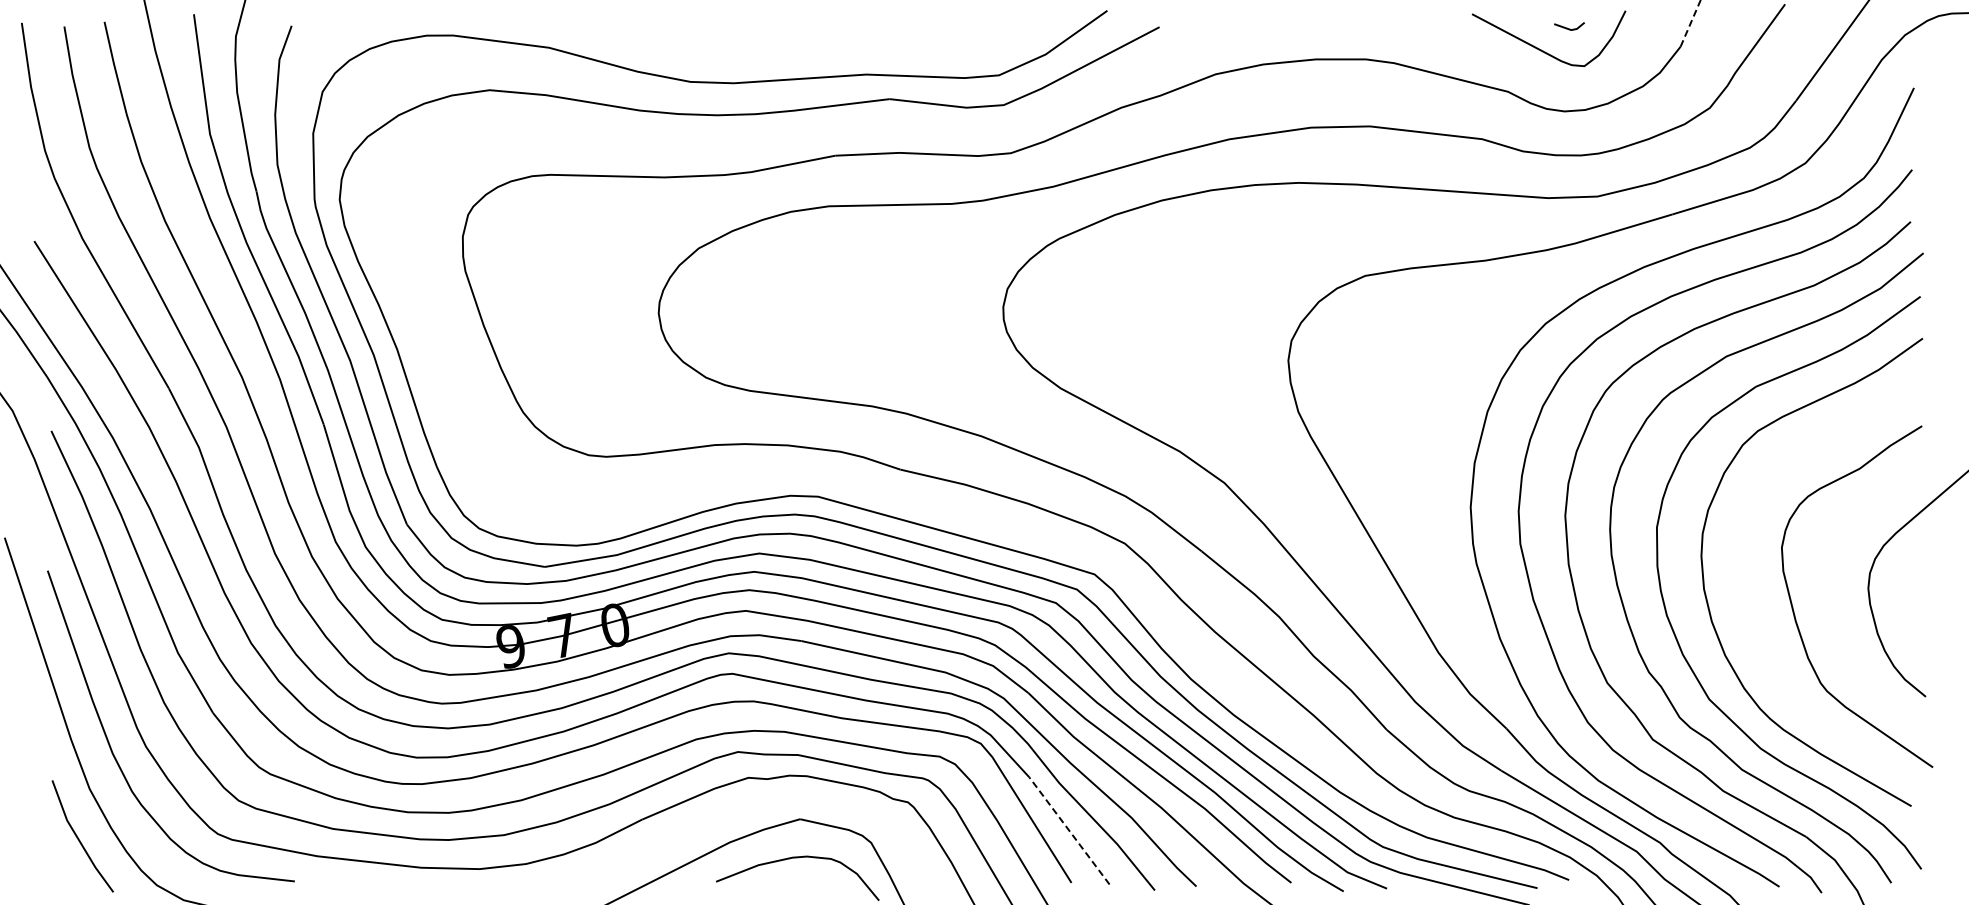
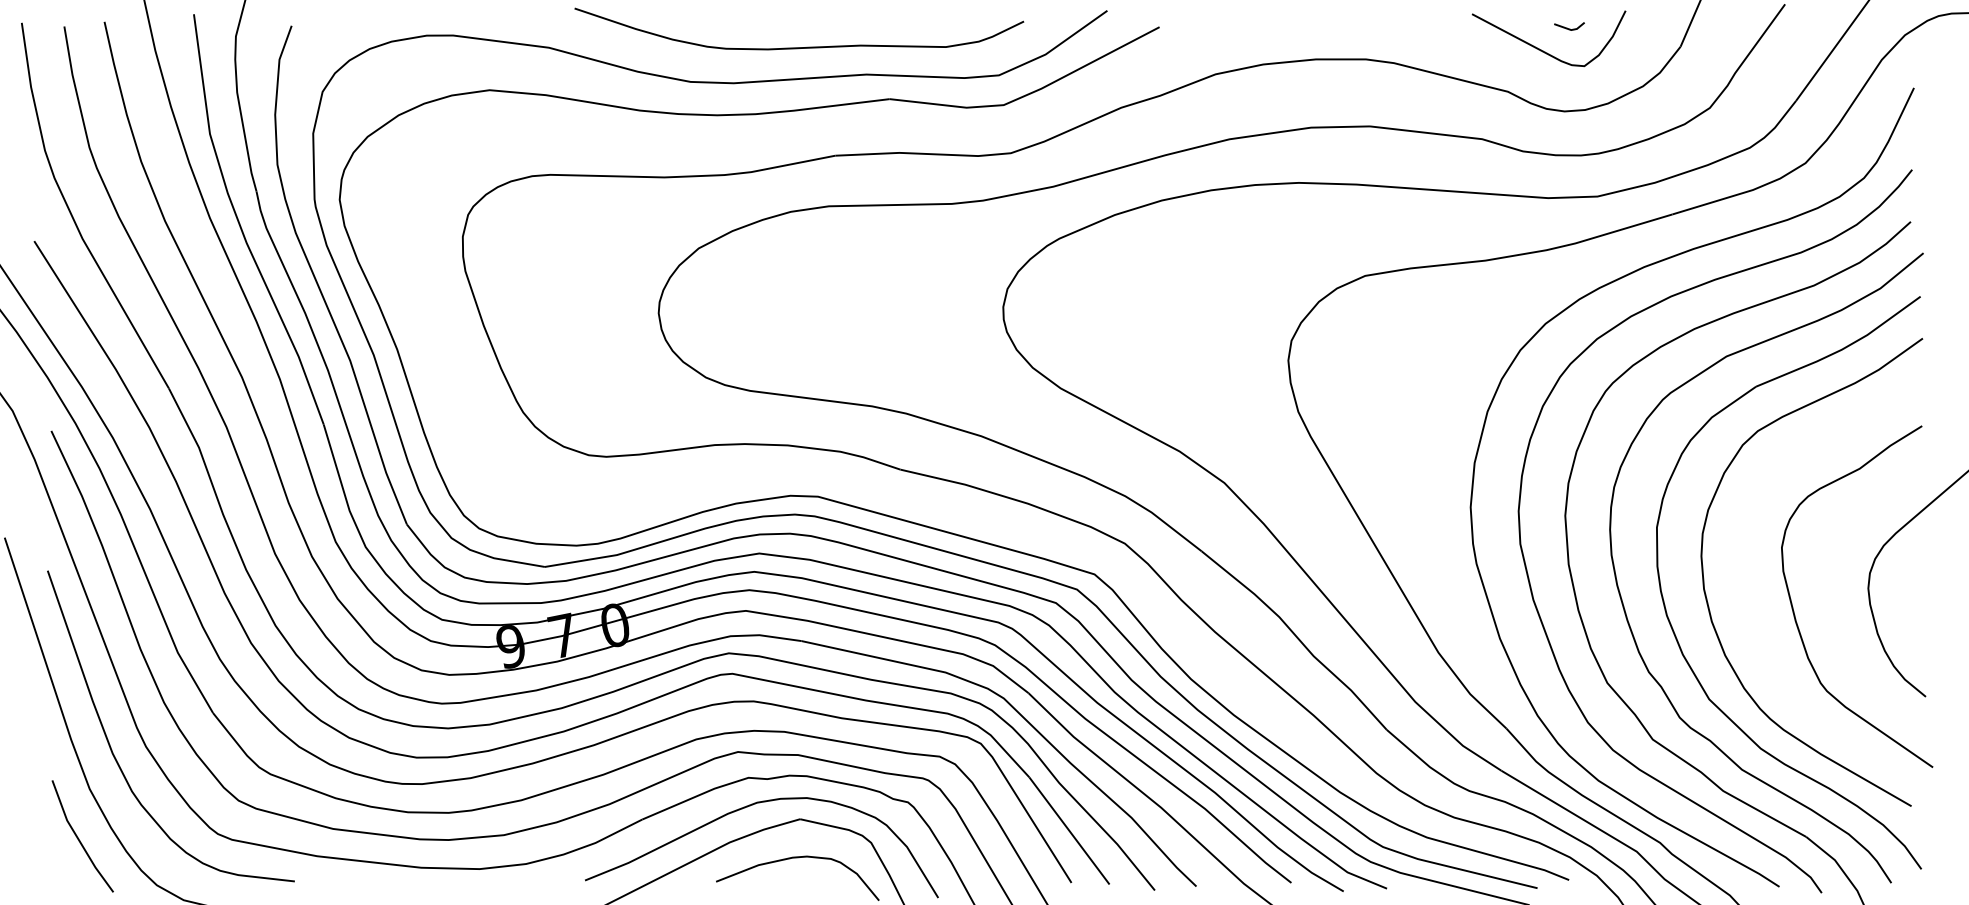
line at (1690, 22): dashed -> solid
curve at (799, 47): none -> present
curve at (745, 808): none -> present
line at (1069, 830): dashed -> solid
